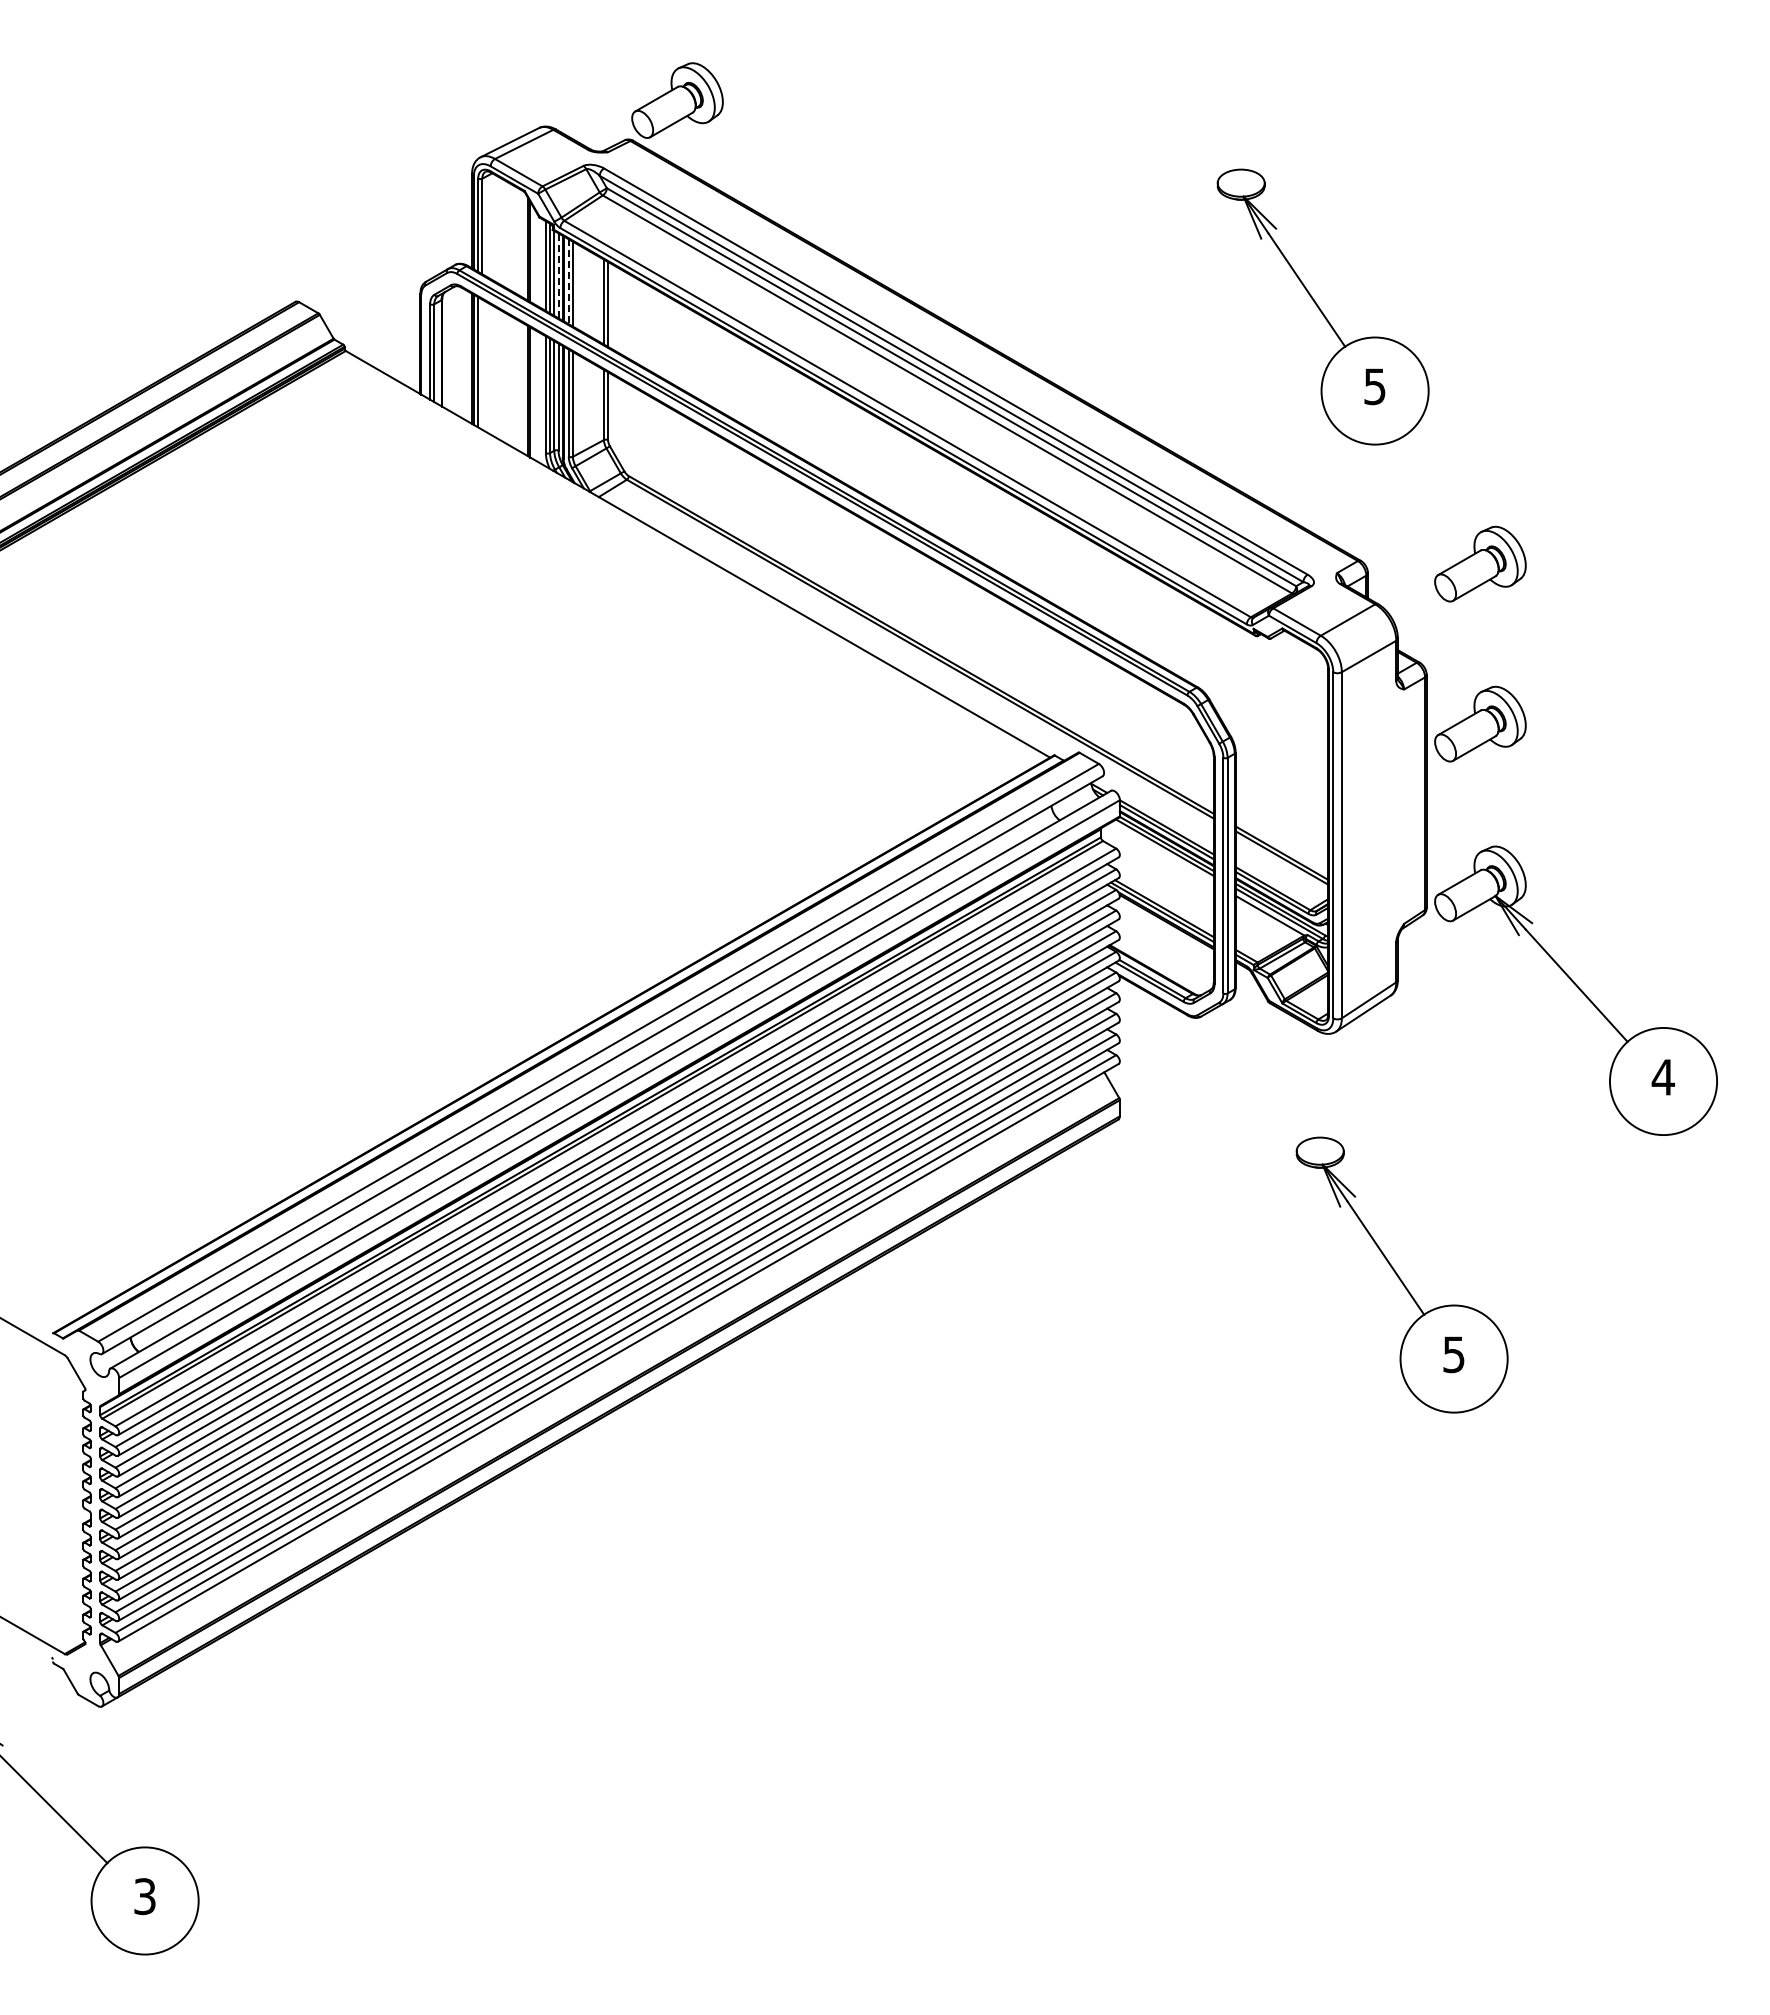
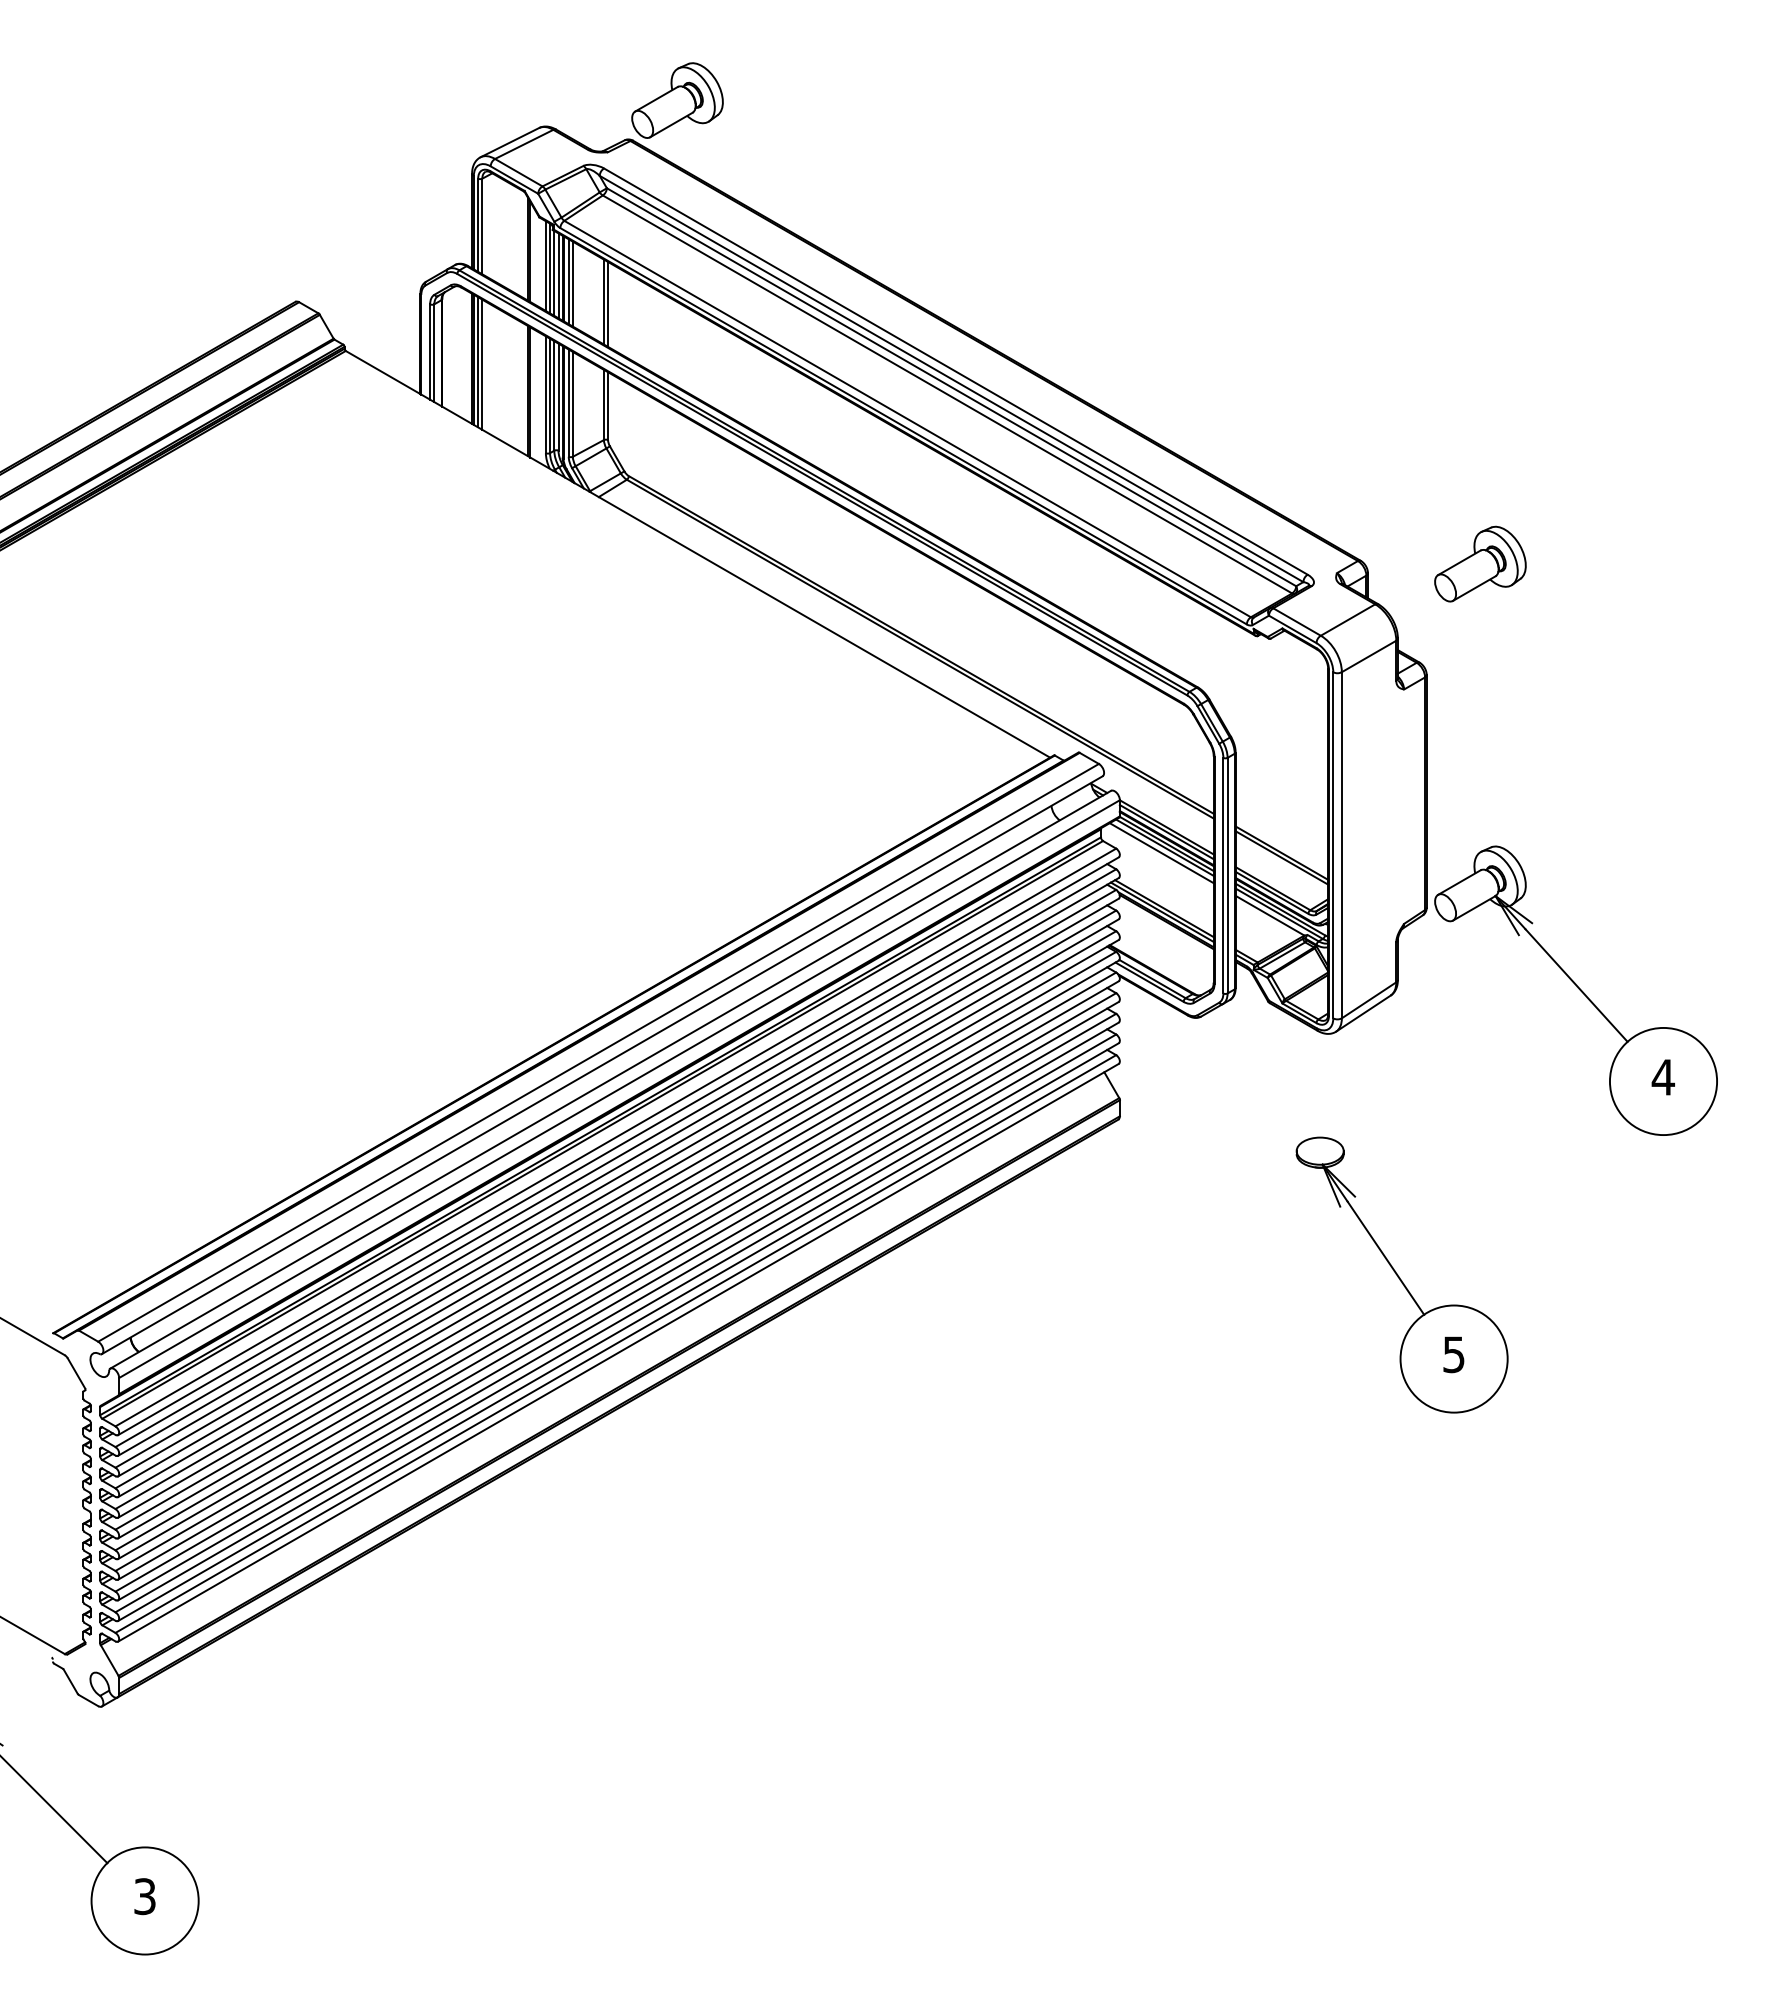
line at (558, 275): dashed -> solid
line at (568, 282): dashed -> solid
part at (1322, 306): present -> none
line at (482, 364): none -> present
part at (1480, 723): present -> none
line at (1161, 853): none -> present
